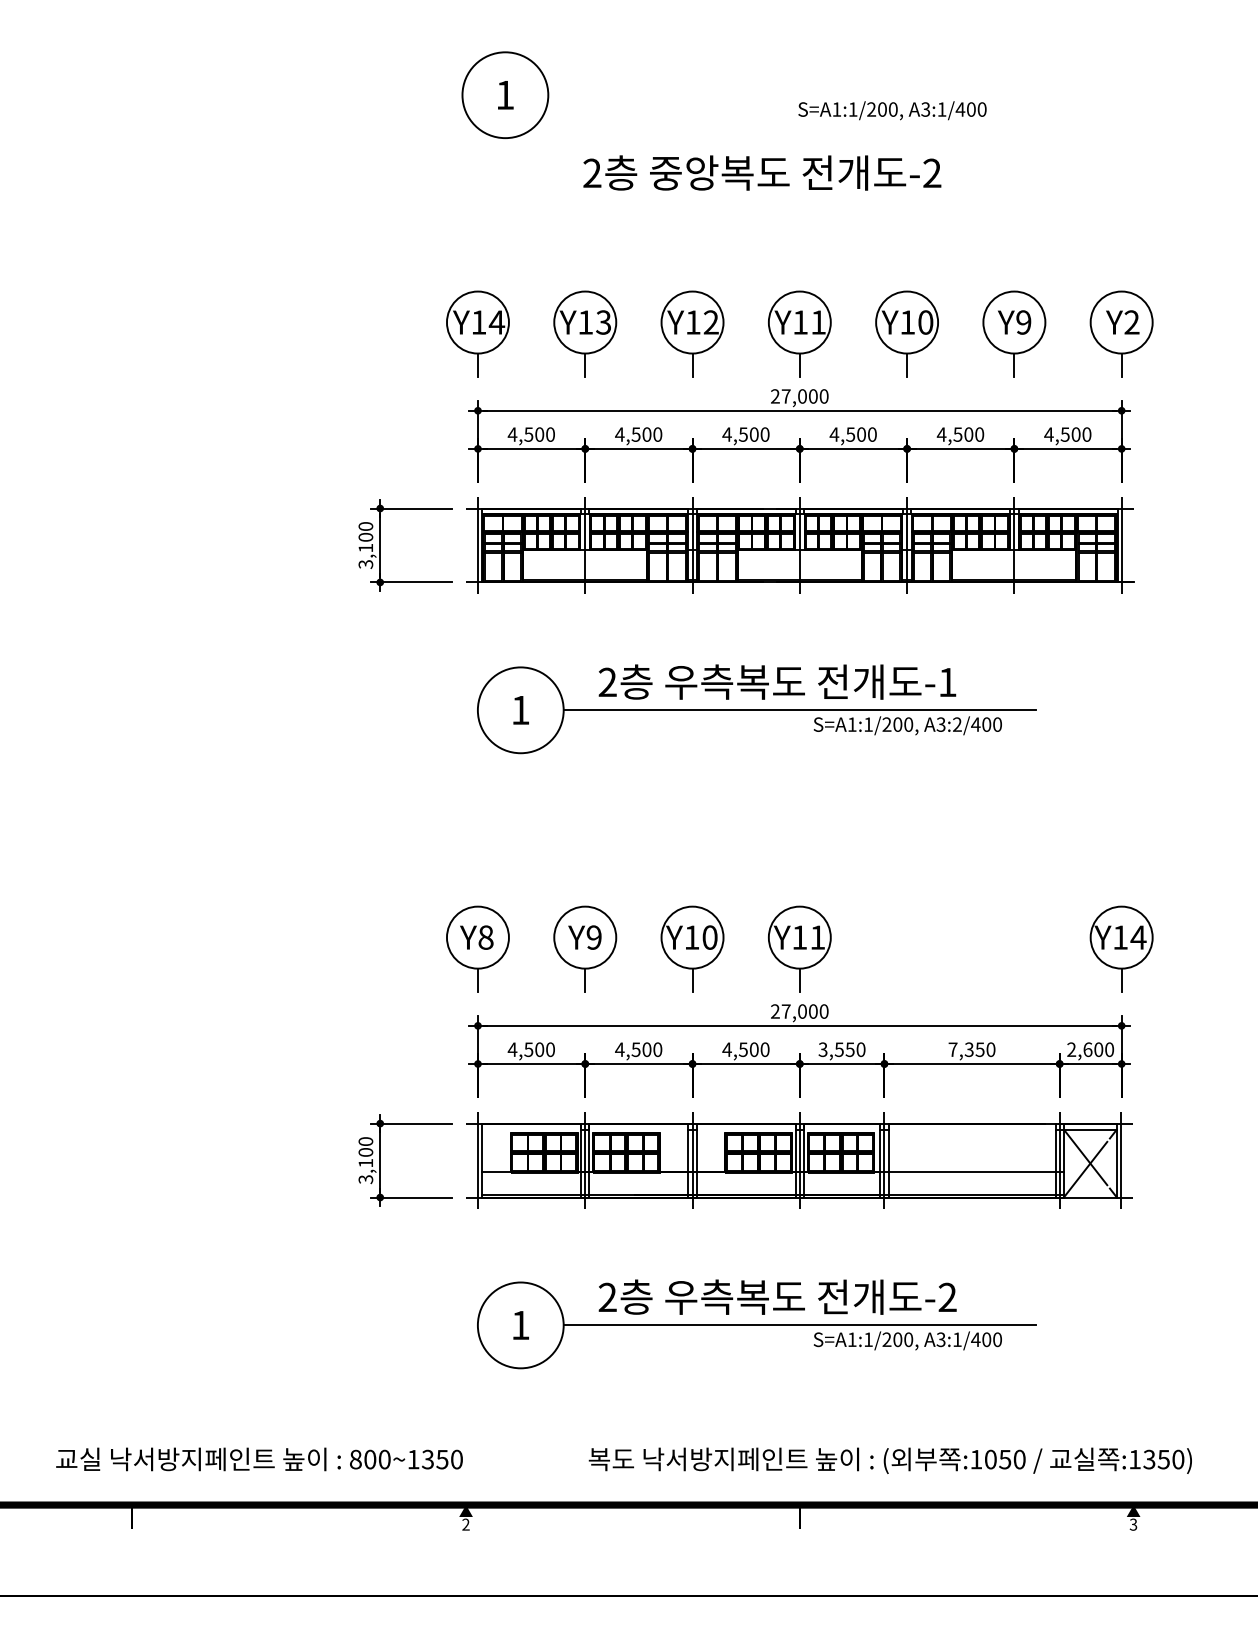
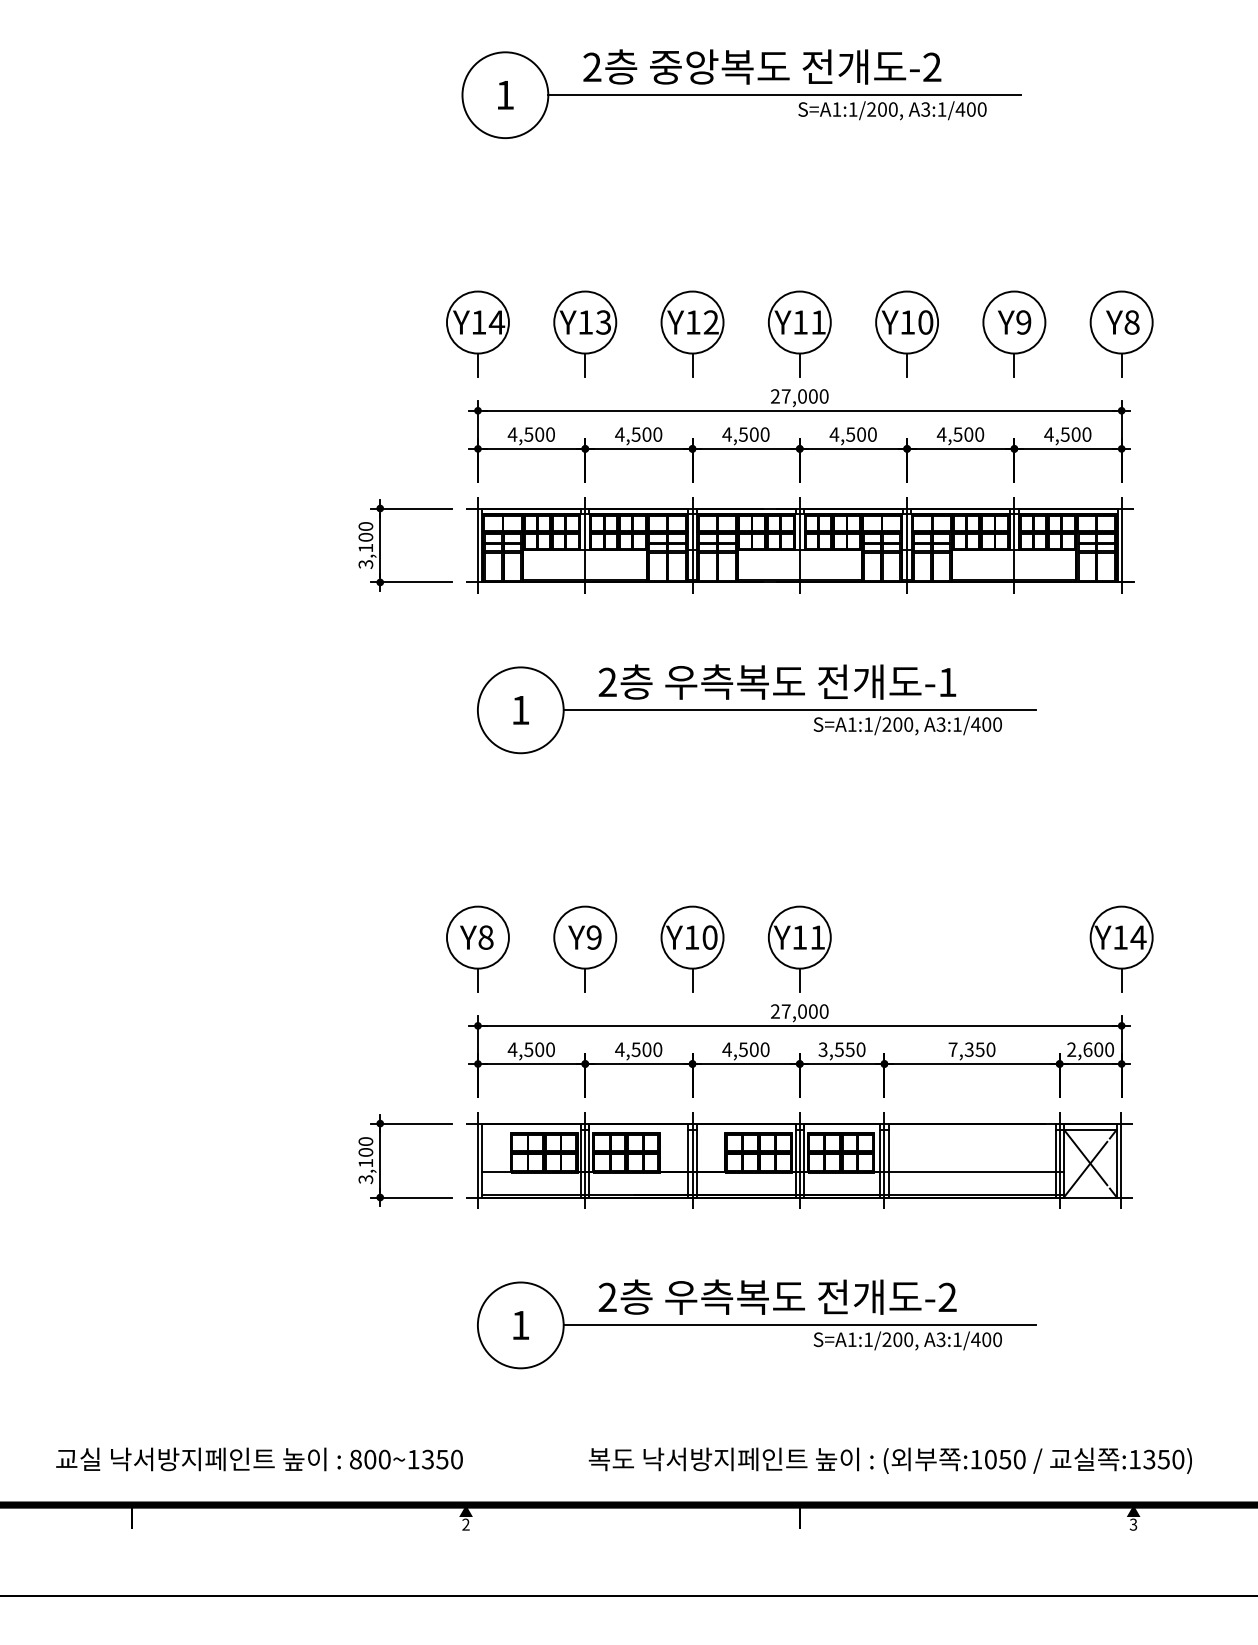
line at (784, 95): none -> present
text at (762, 172) position: (762, 172) -> (762, 66)
text at (1131, 322): Y2 -> Y8
text at (957, 724): A3:2/400 -> A3:1/400
